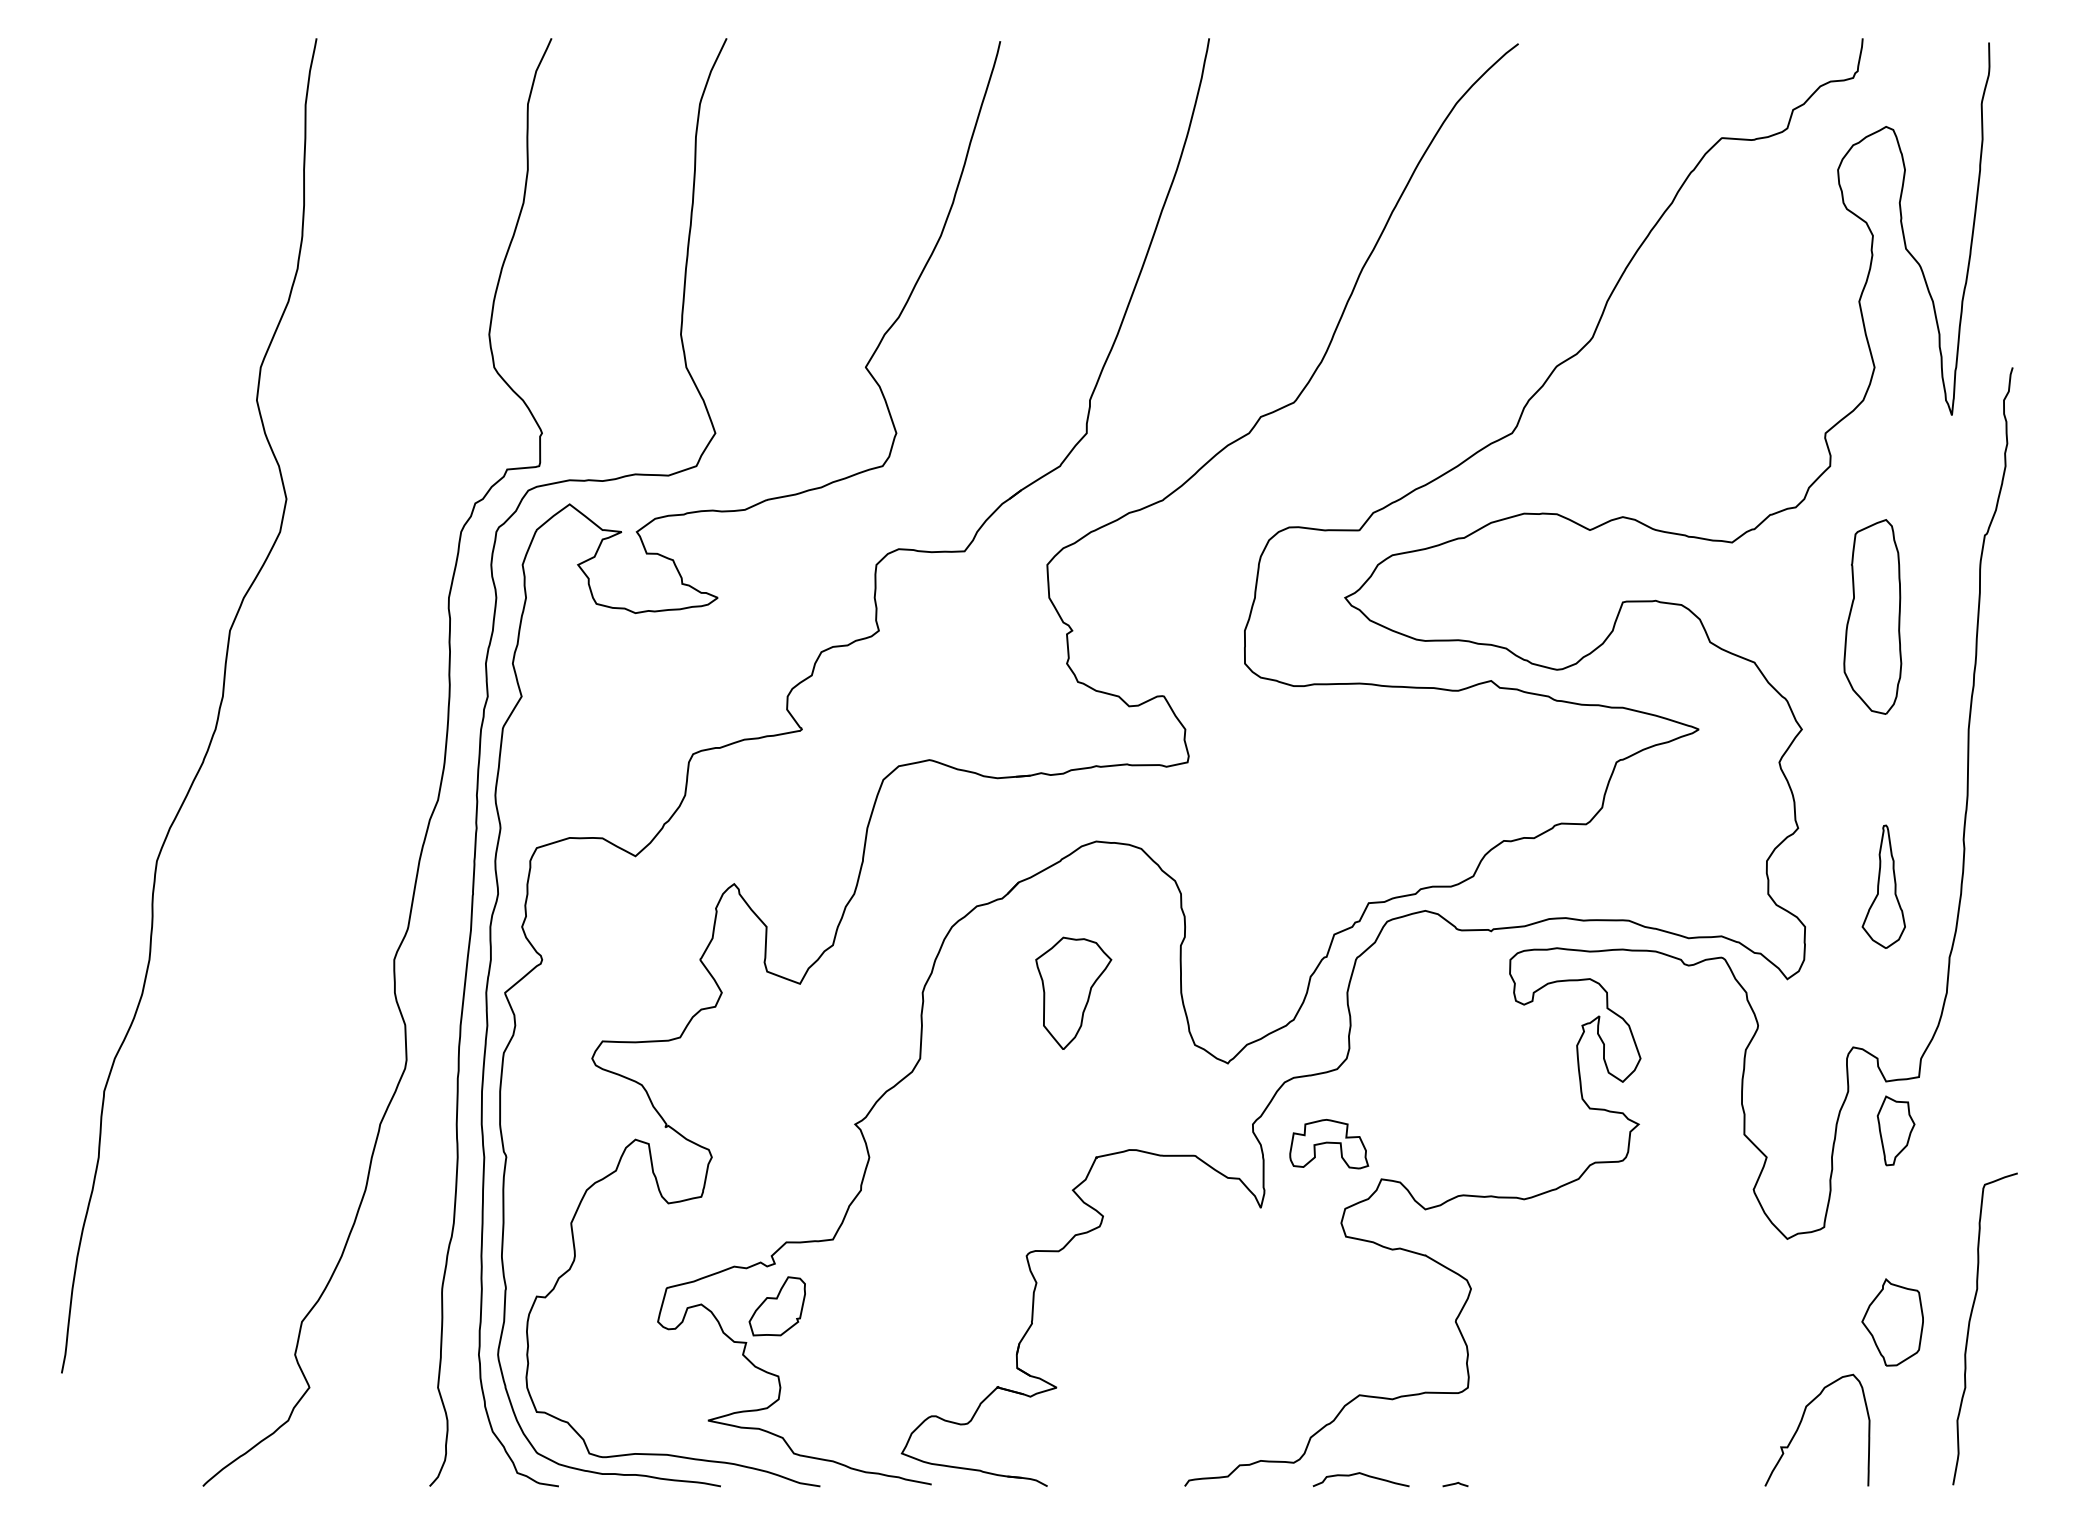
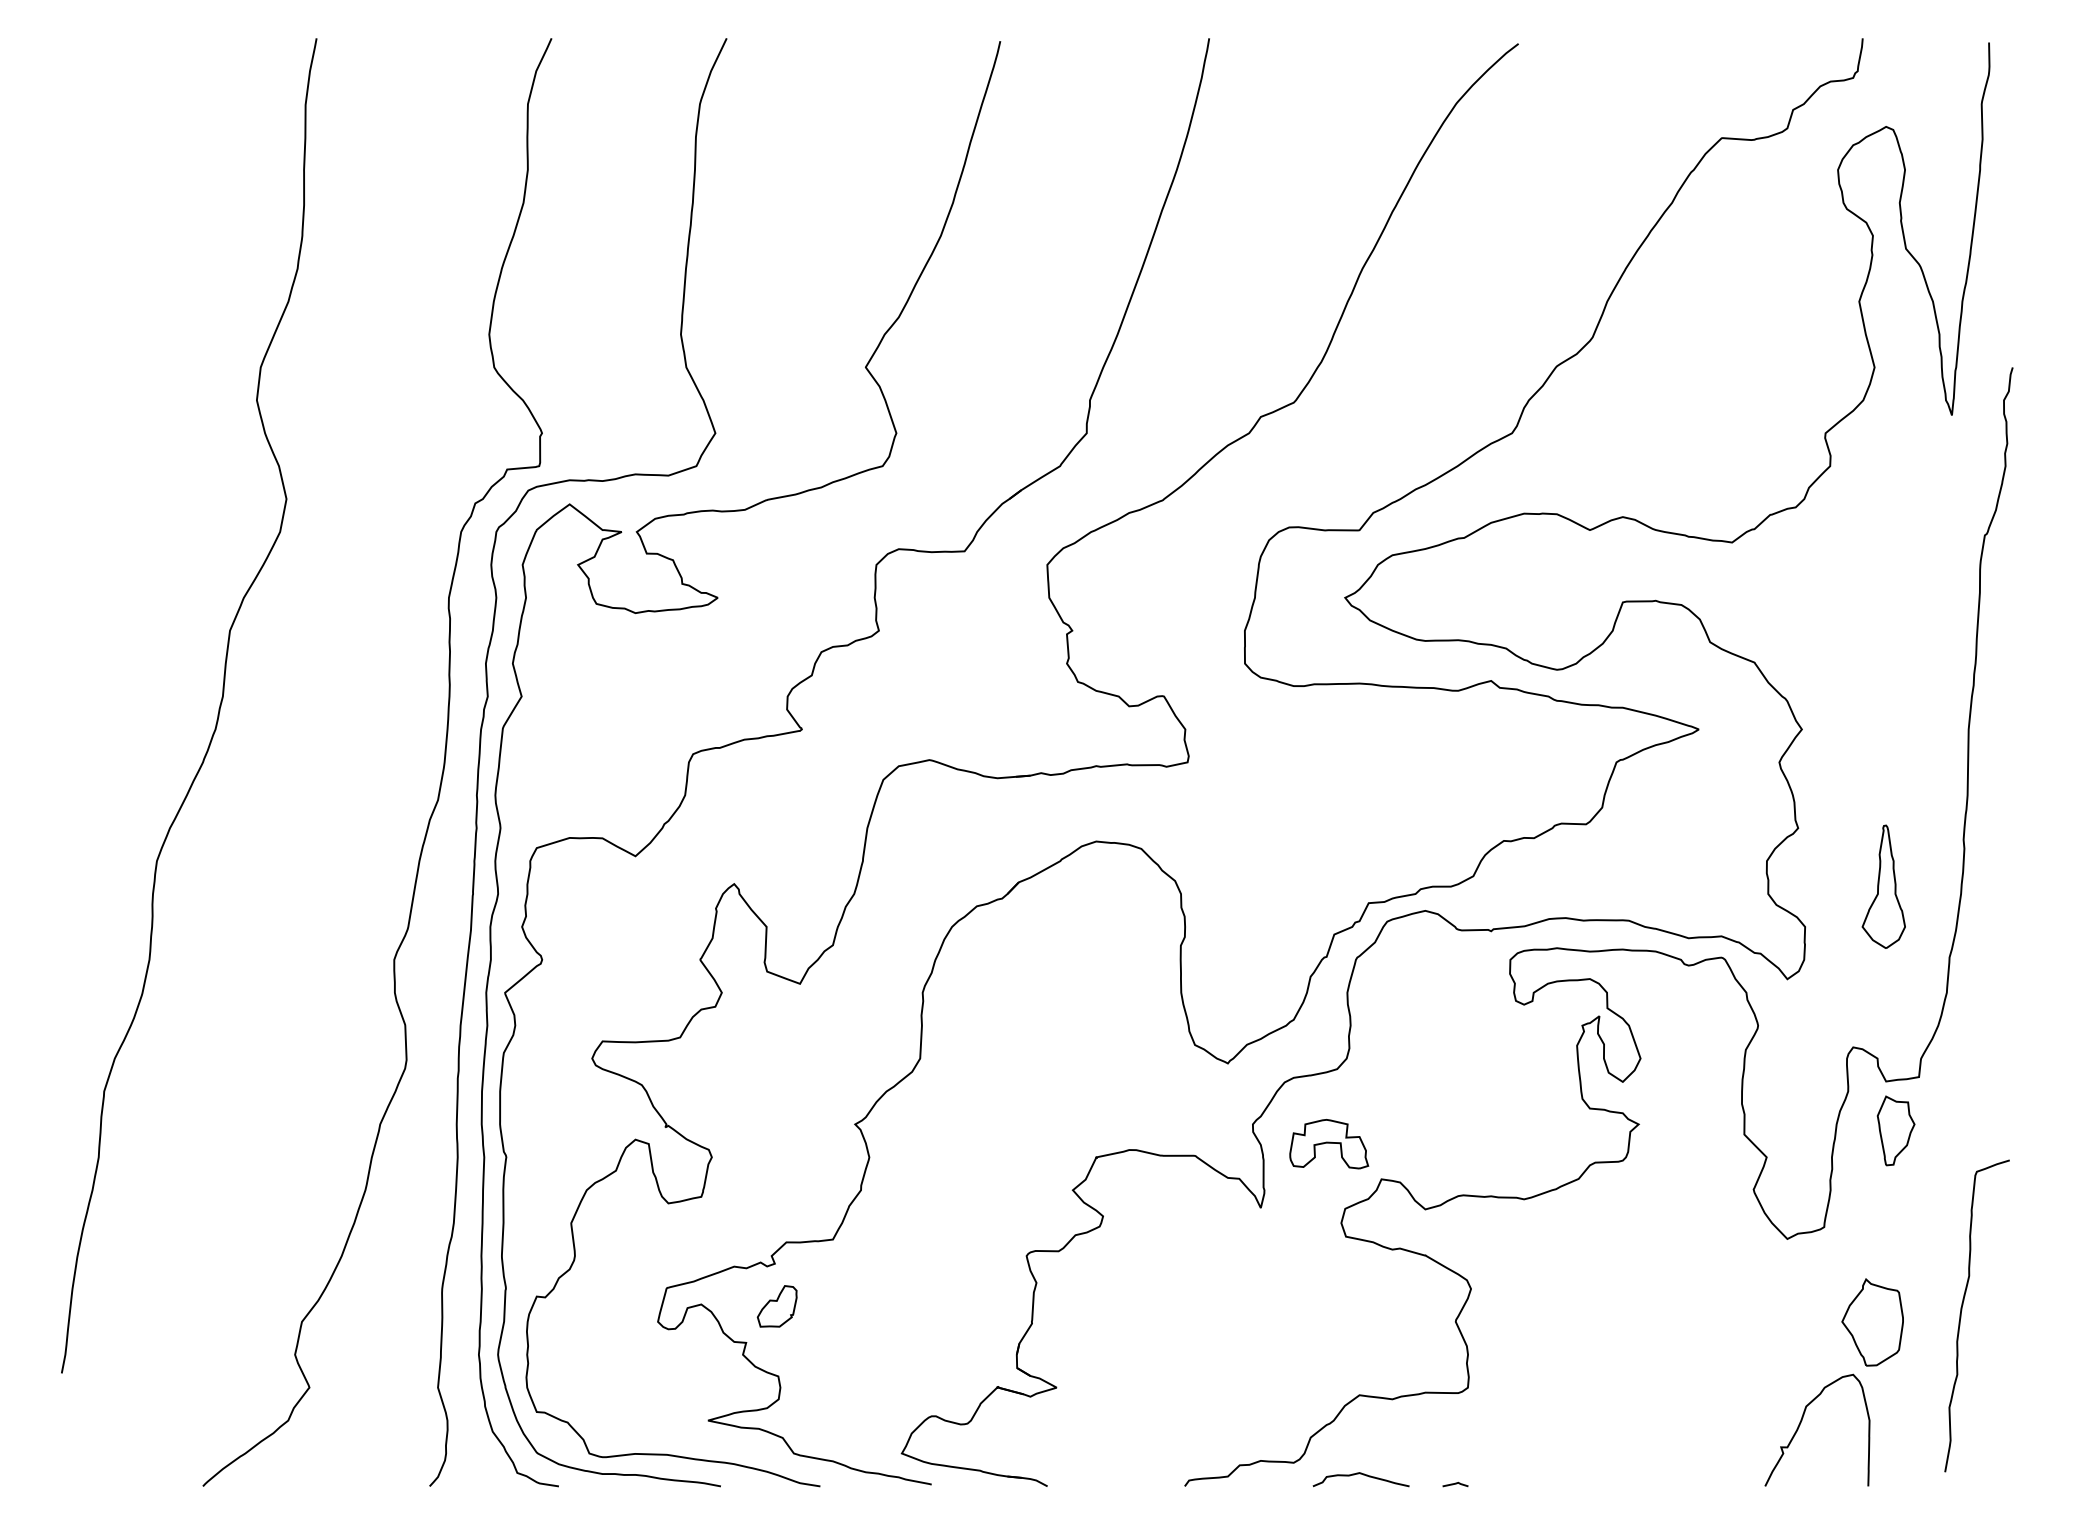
part at (1872, 616): present -> none
part at (1073, 992): present -> none
part at (776, 1306) size: 58x61 px -> 42x43 px
part at (1892, 1322) position: (1892, 1322) -> (1872, 1322)
curve at (1970, 1323) position: (1970, 1323) -> (1962, 1310)
